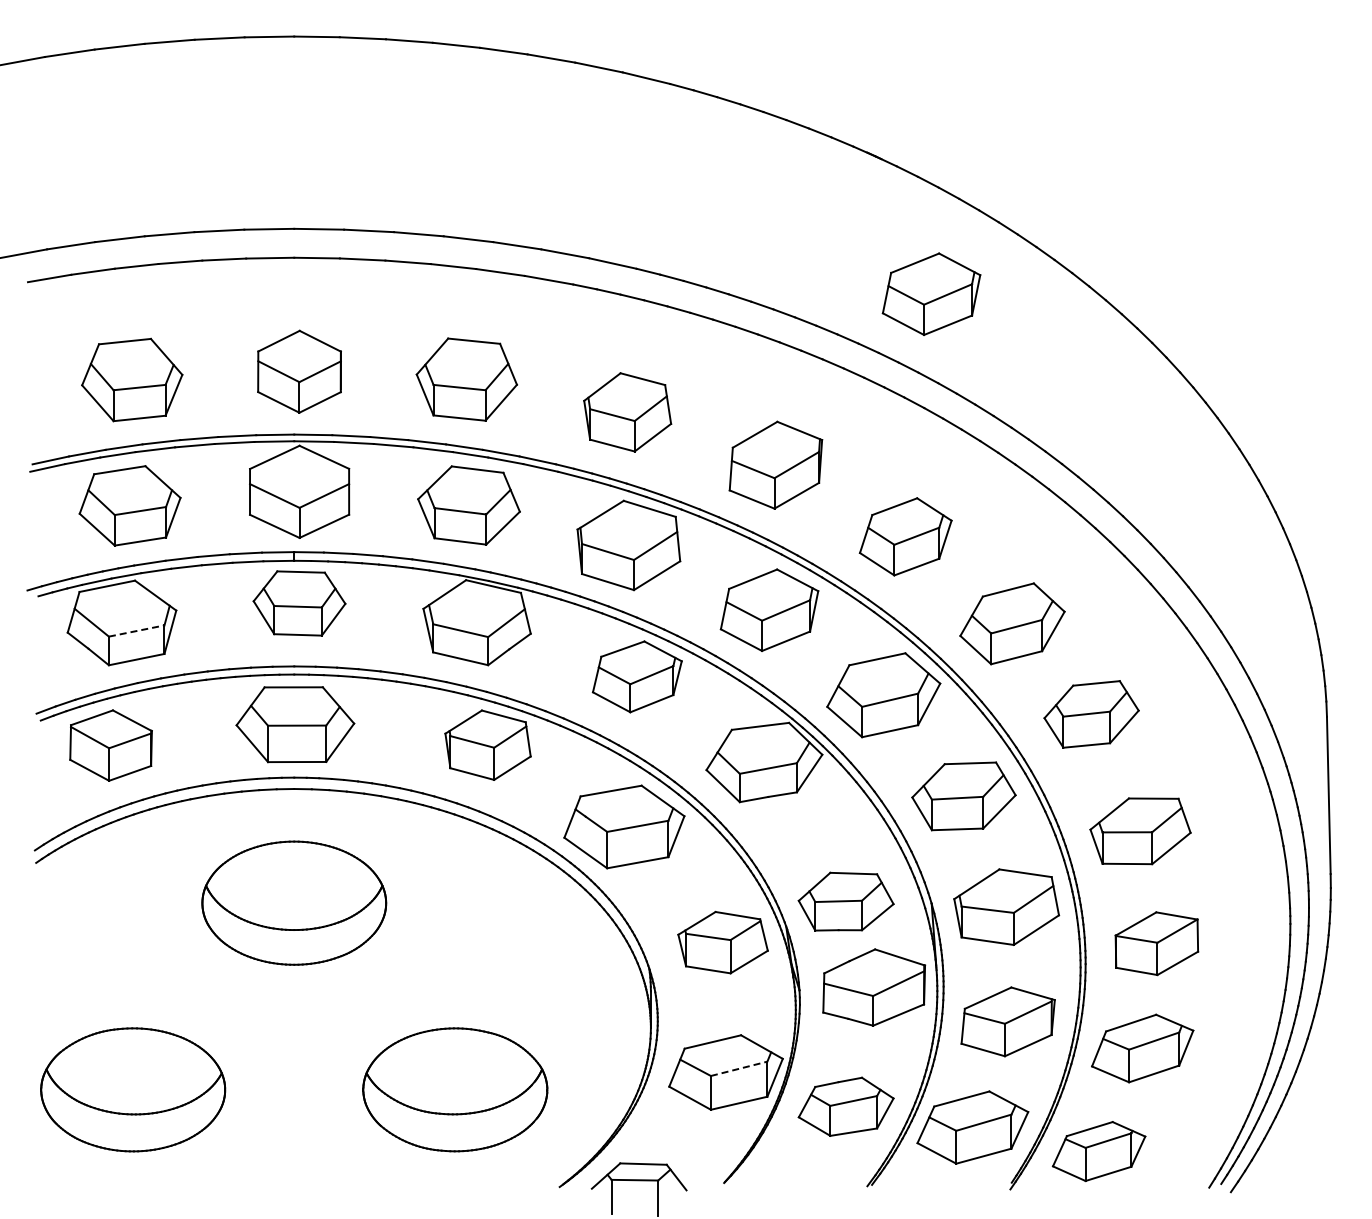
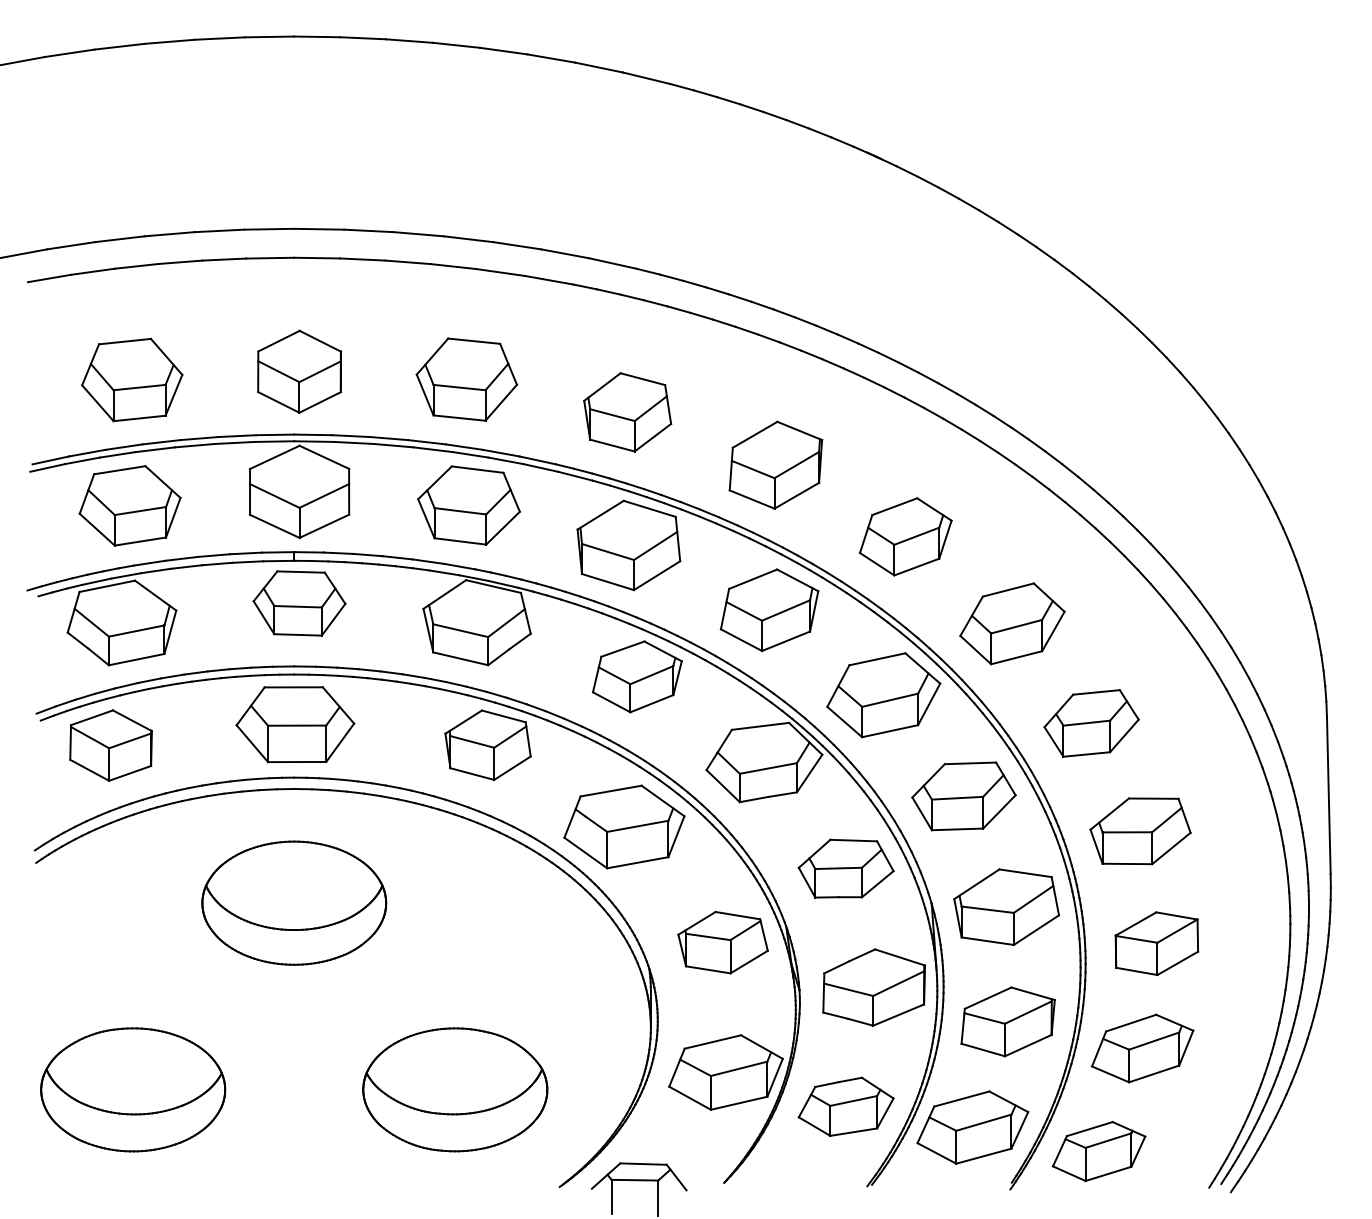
part at (931, 293): present -> none
line at (137, 630): dashed -> solid
part at (1091, 714) position: (1091, 714) -> (1091, 723)
part at (845, 901) position: (845, 901) -> (845, 868)
line at (739, 1068): dashed -> solid
